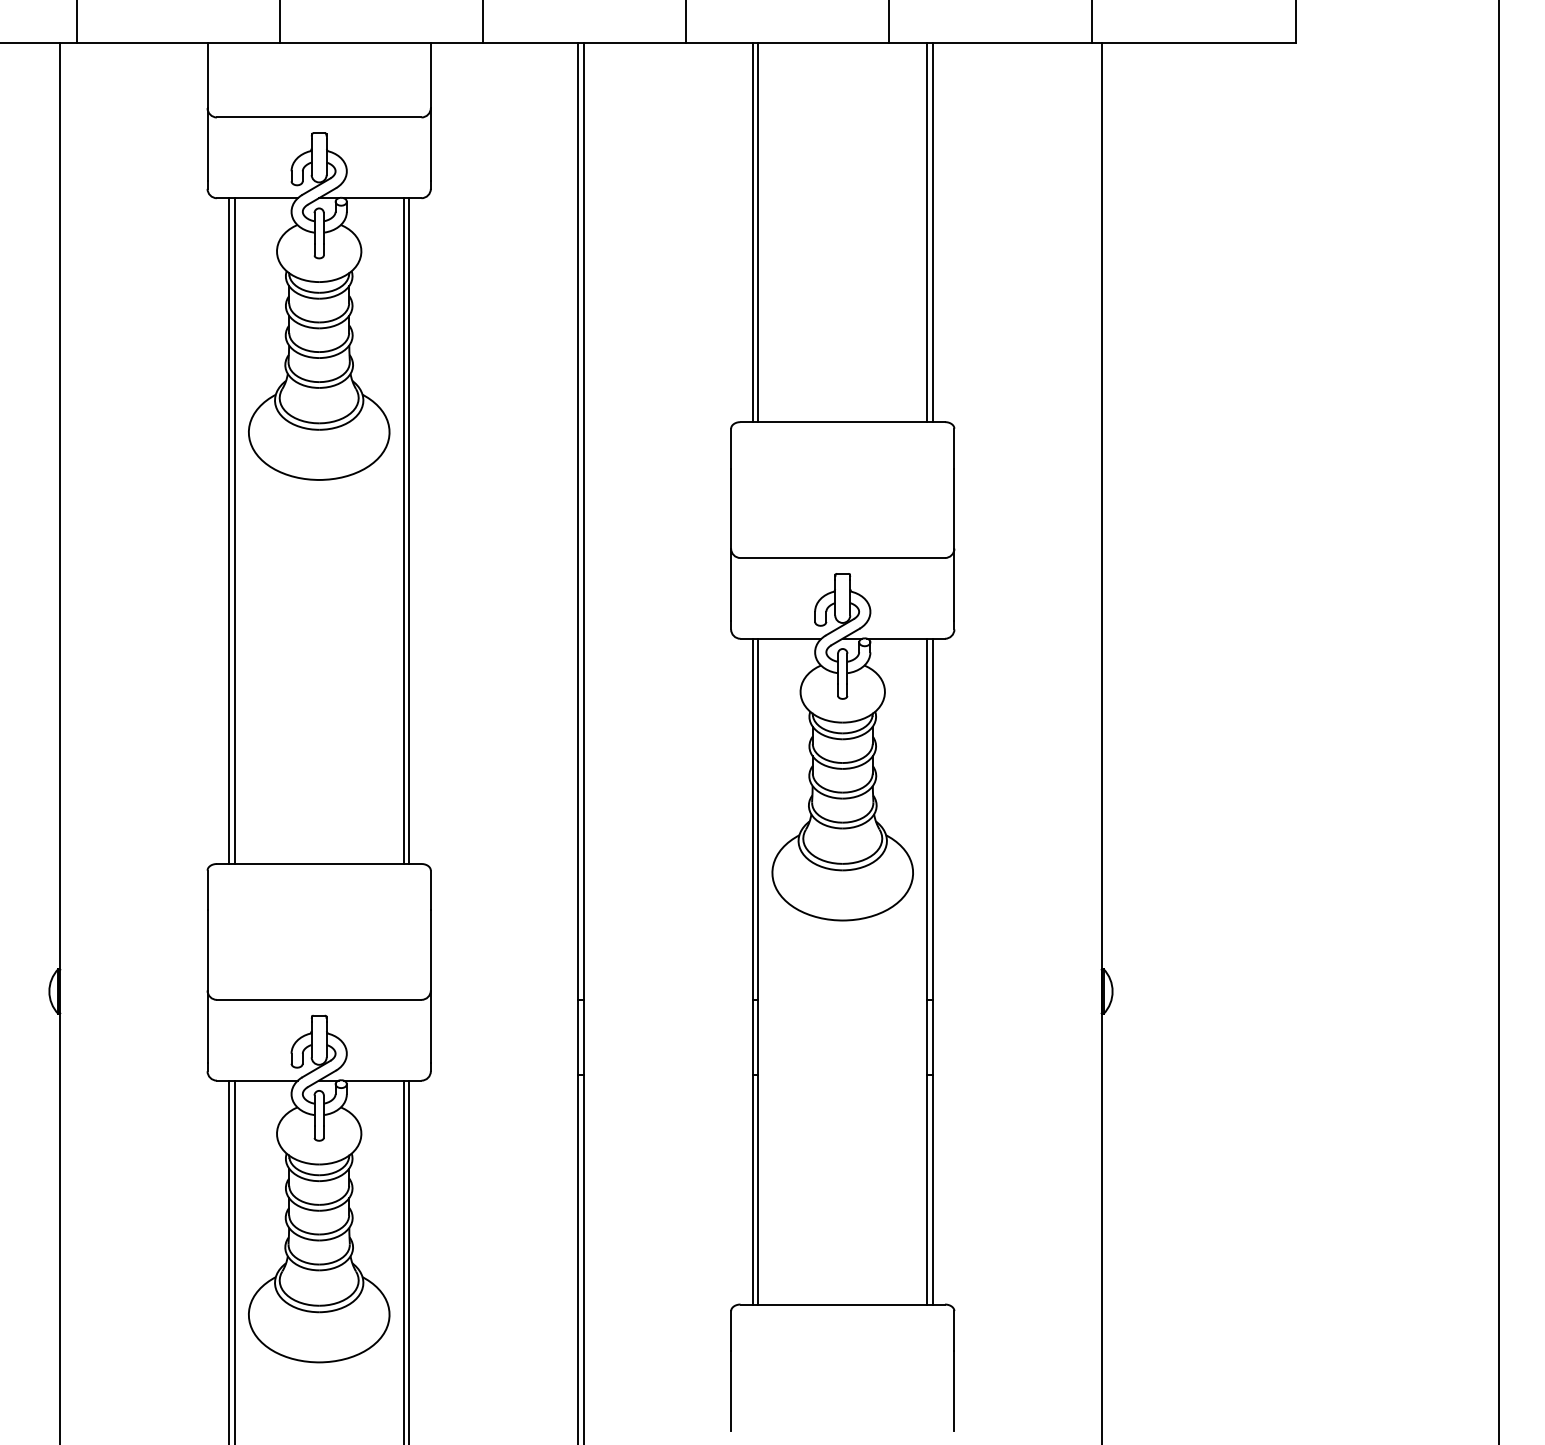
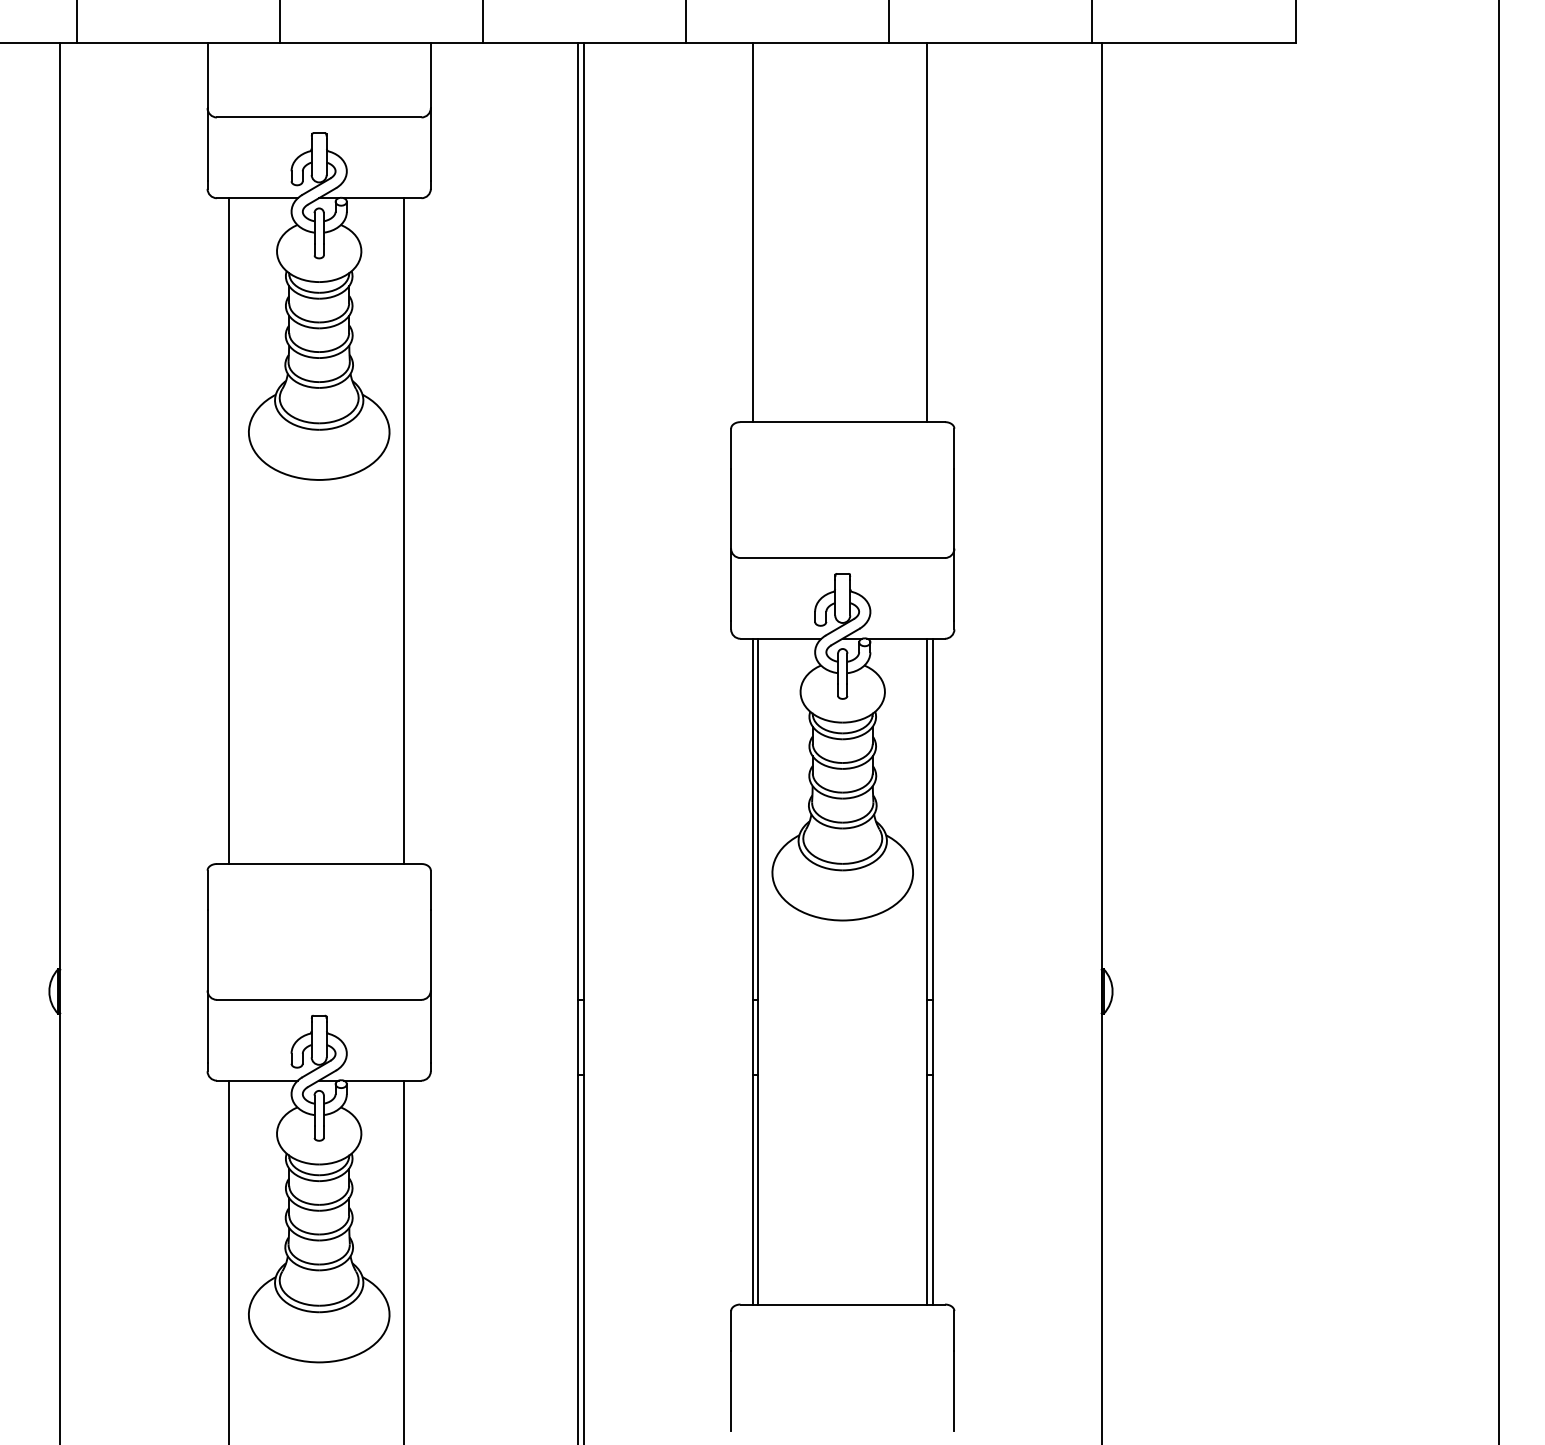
line at (758, 232): present -> none
line at (932, 232): present -> none
line at (234, 530): present -> none
line at (409, 530): present -> none
line at (234, 1260): present -> none
line at (409, 1260): present -> none
